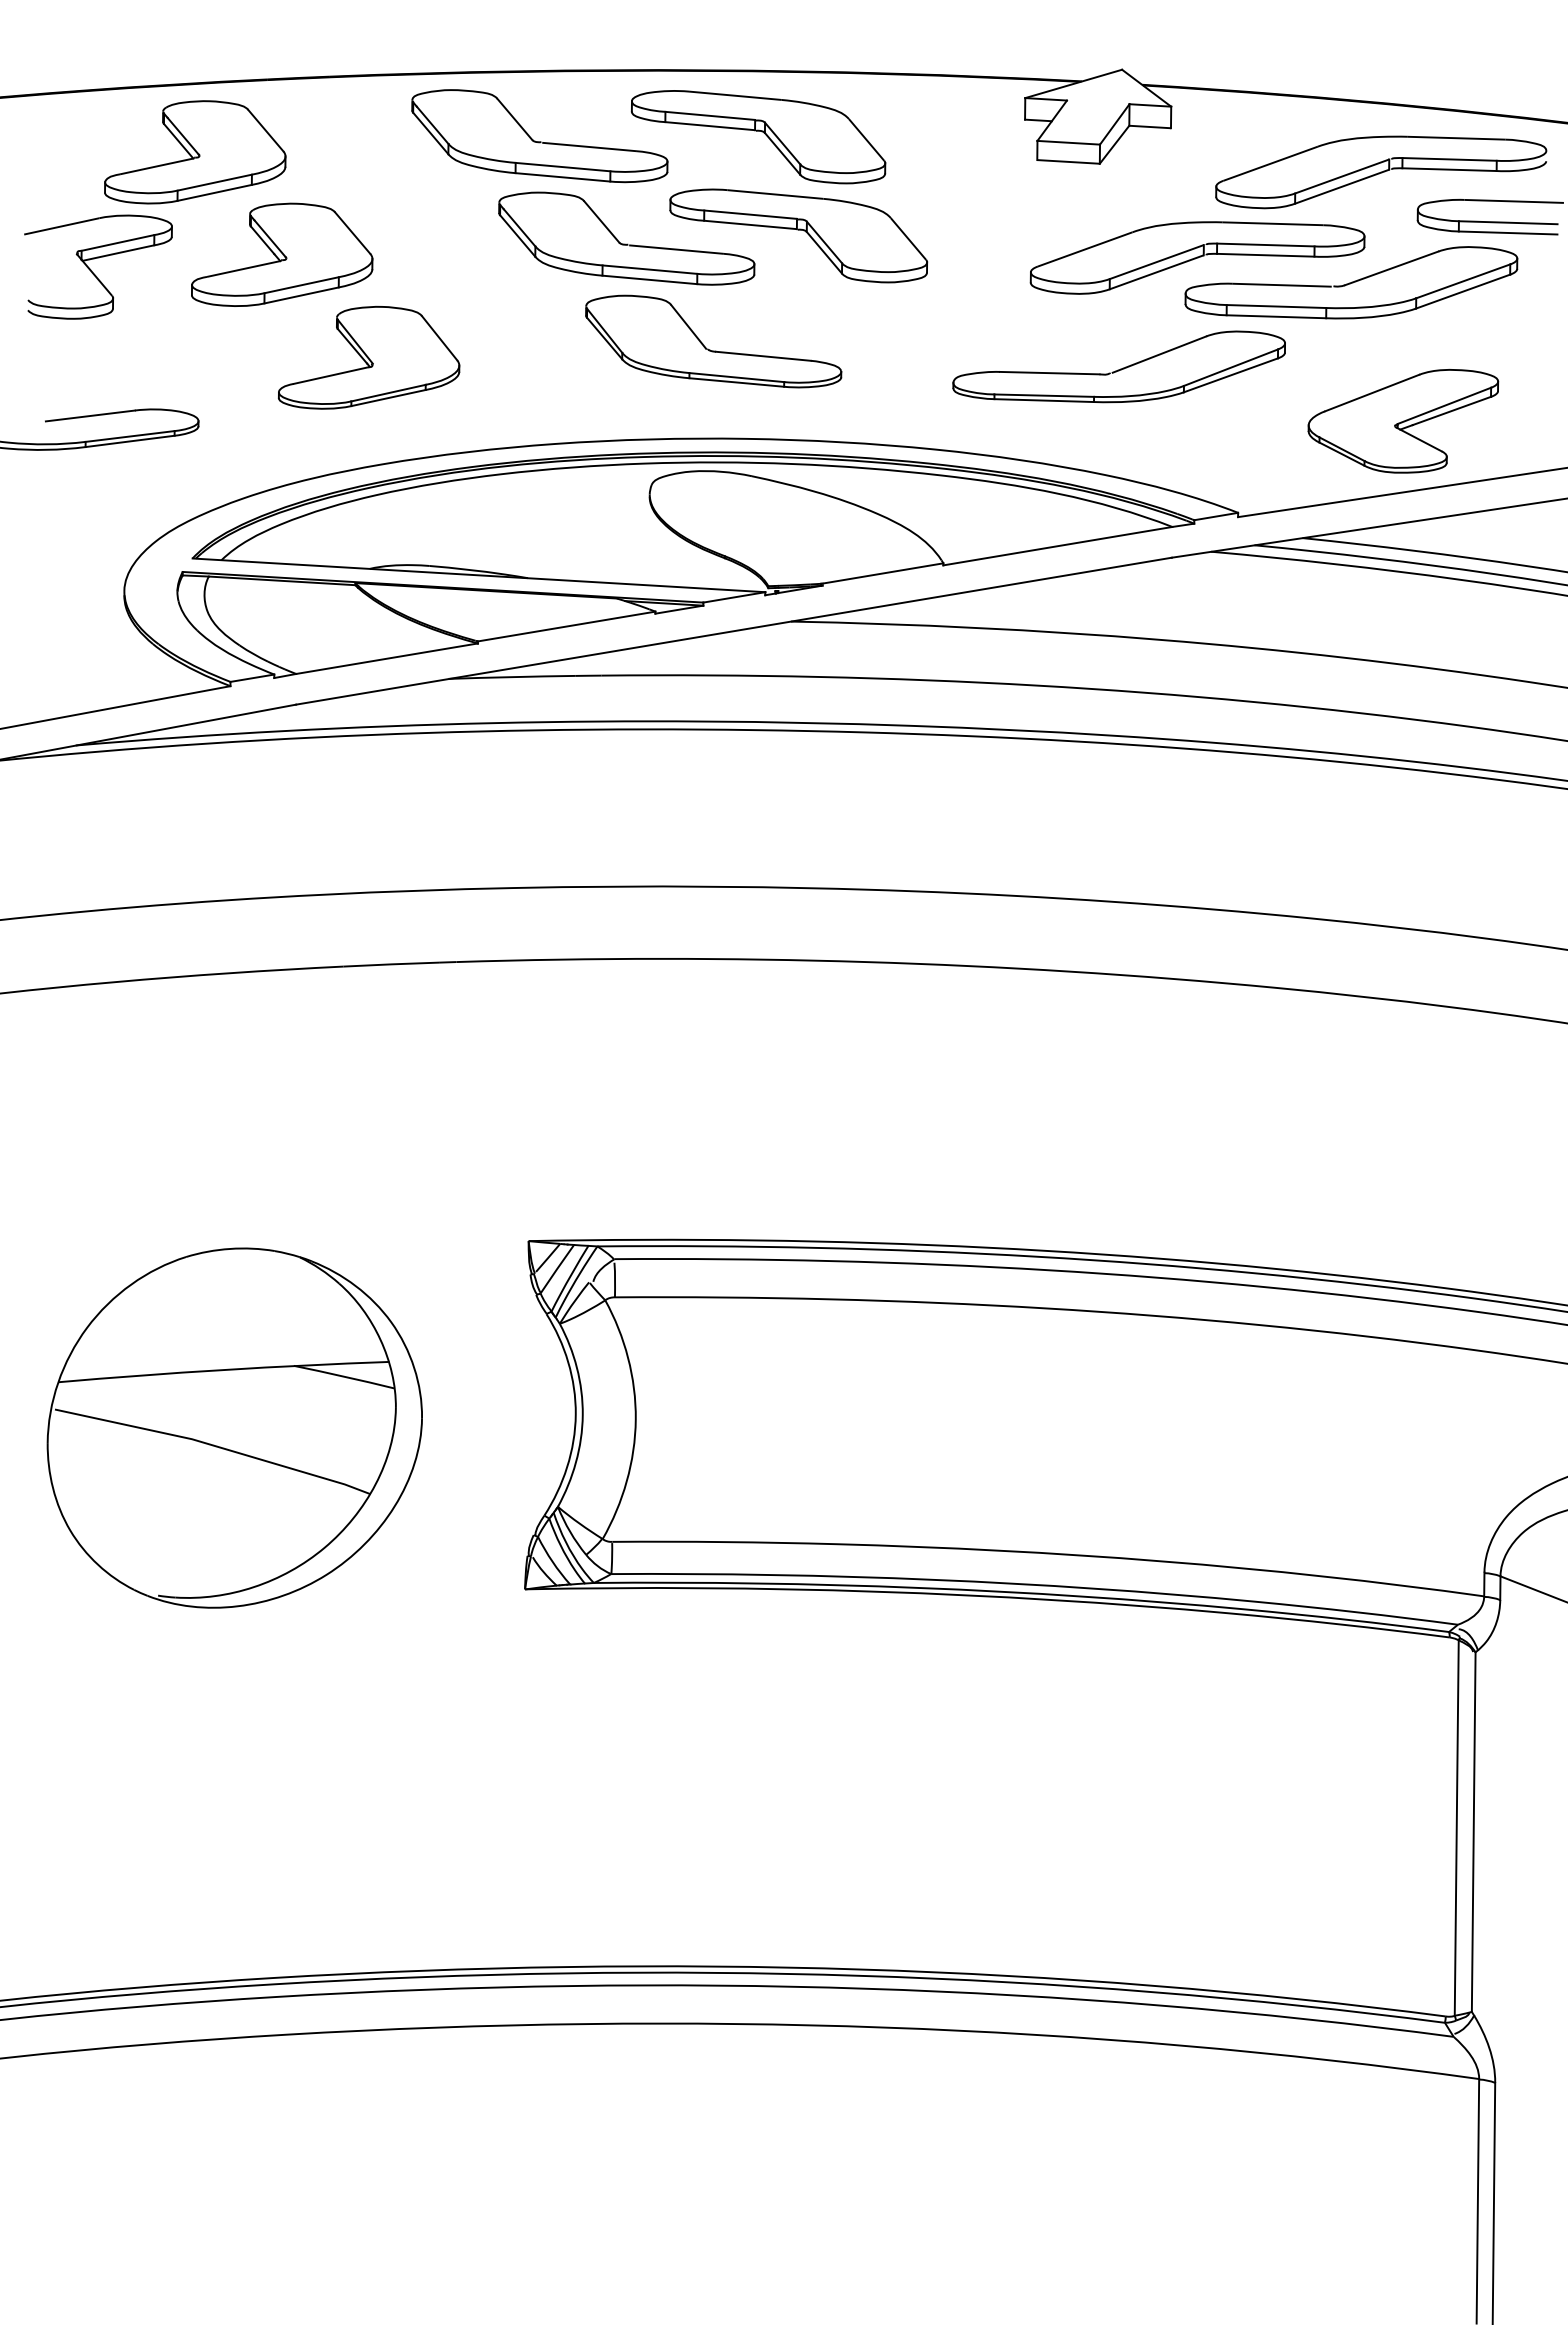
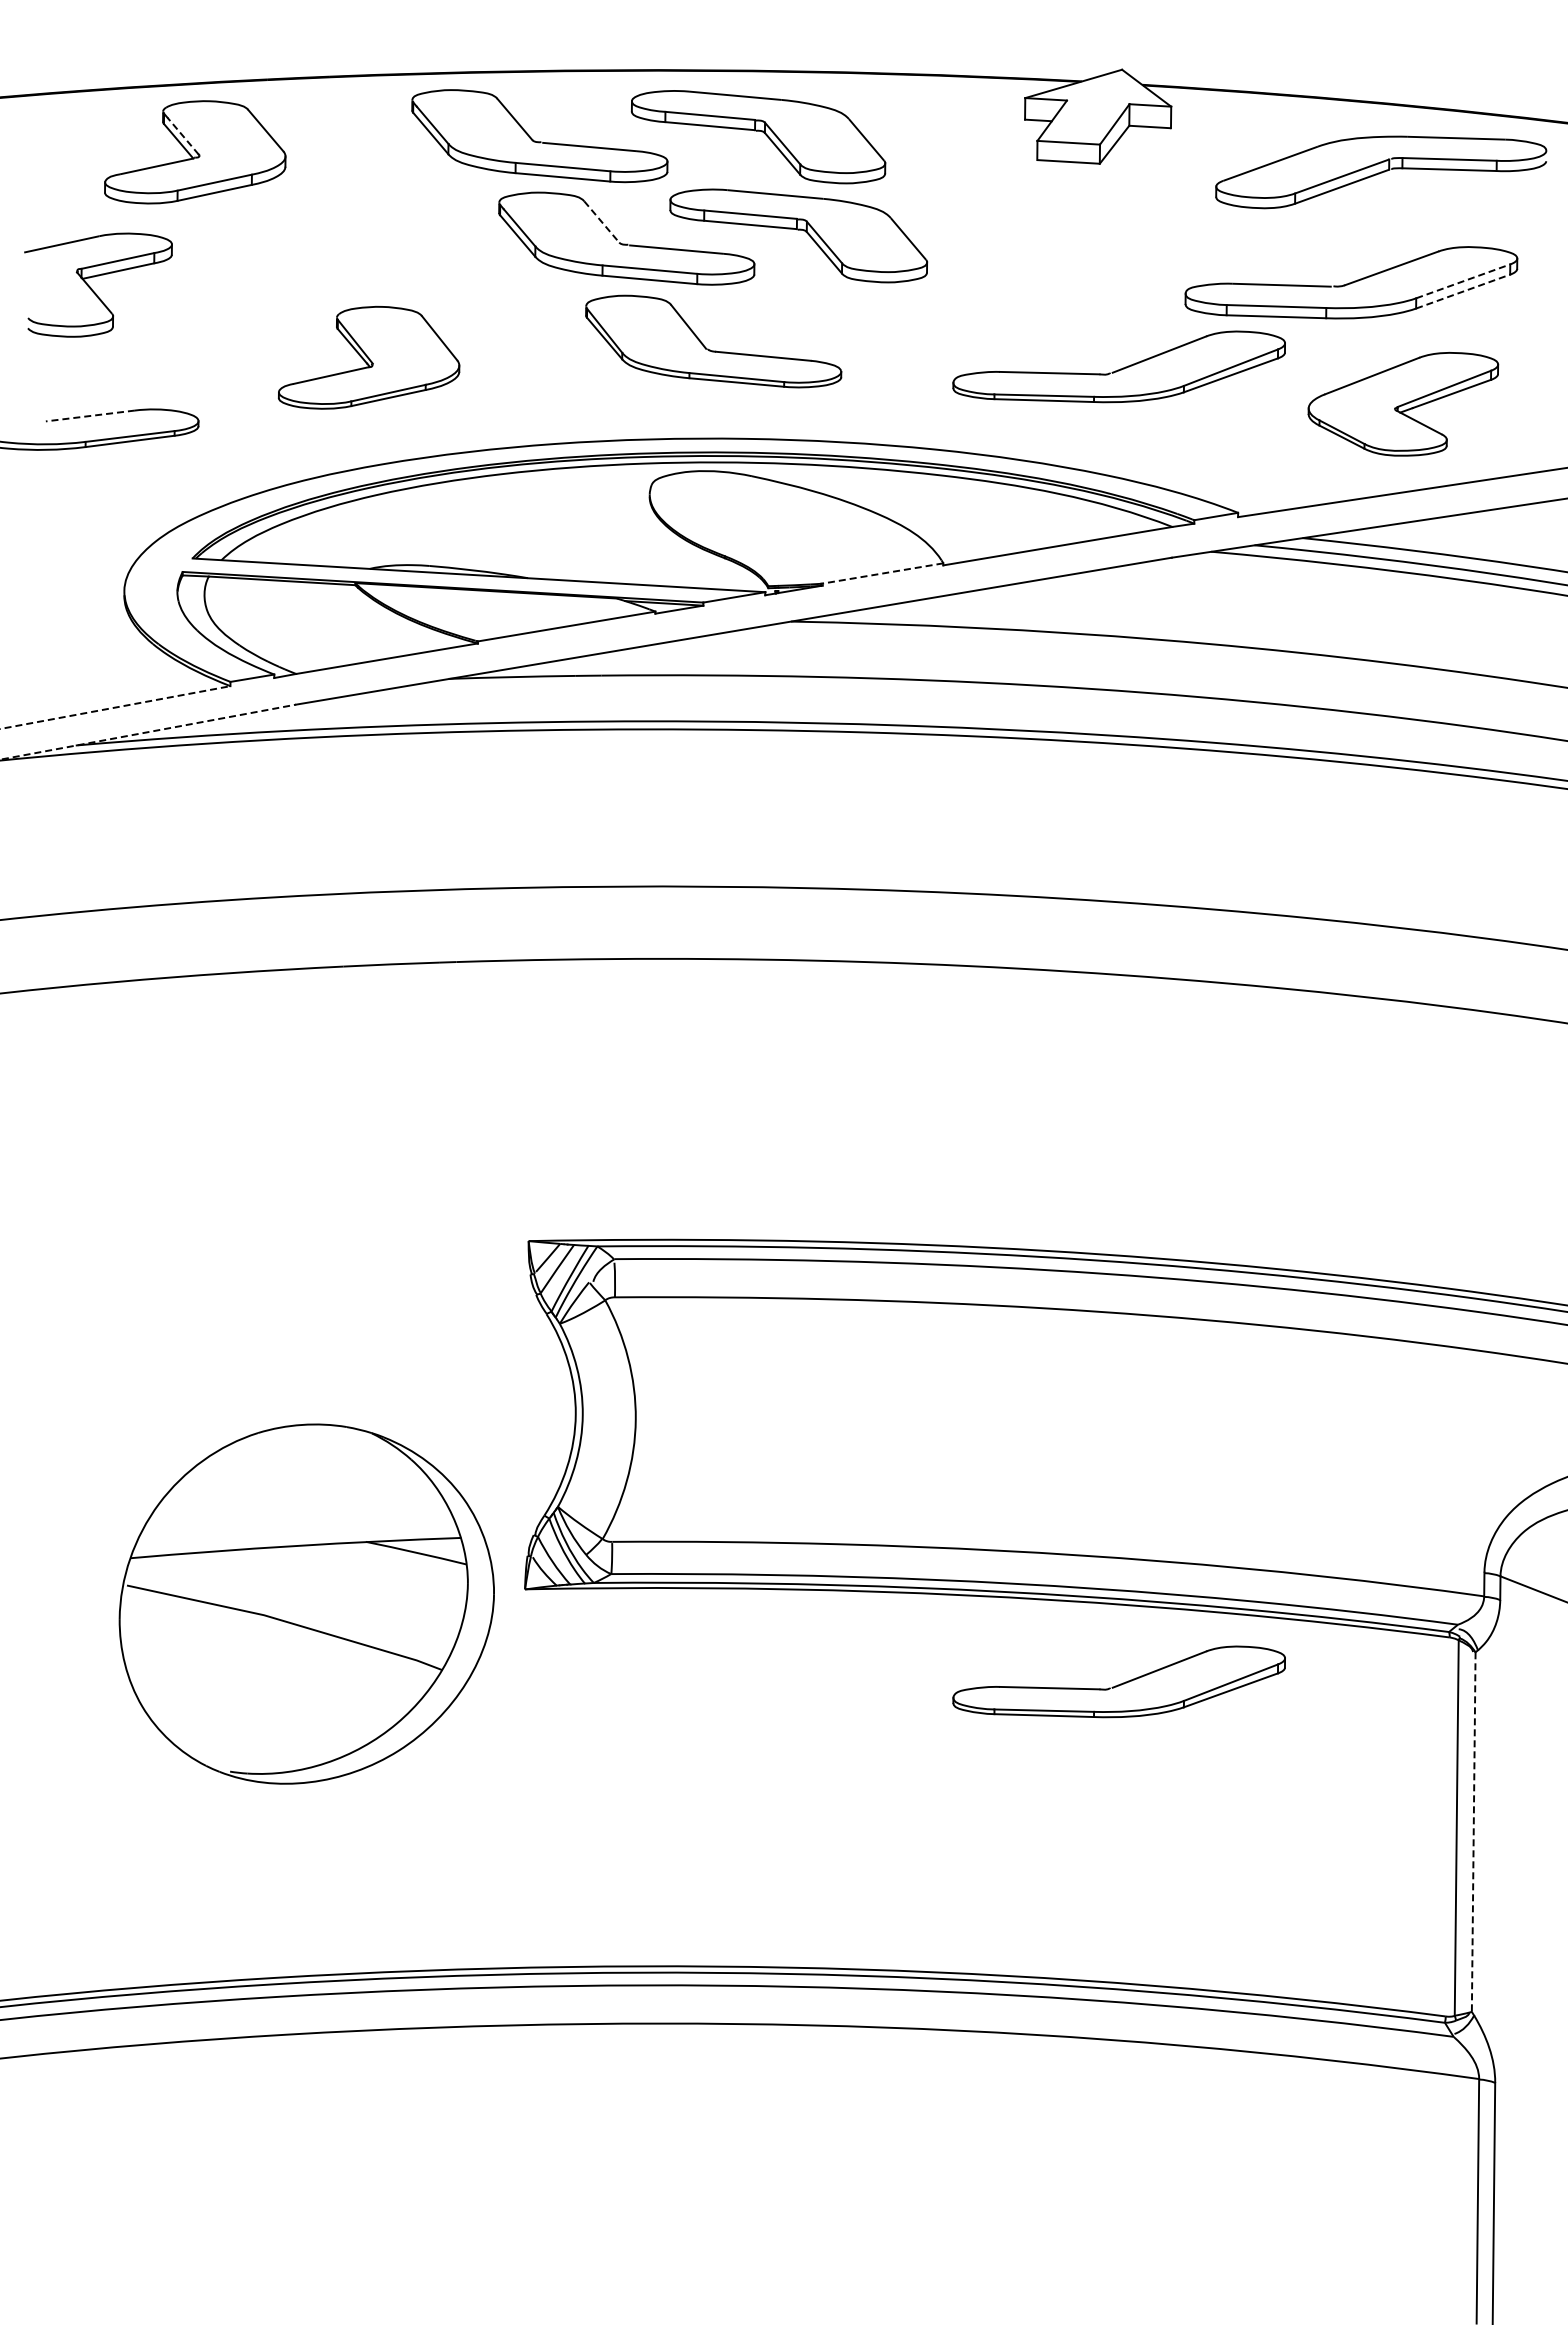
line at (182, 135): solid -> dashed
part at (1489, 216): present -> none
line at (602, 222): solid -> dashed
part at (282, 254): present -> none
part at (1197, 257): present -> none
part at (91, 269) position: (91, 269) -> (91, 287)
line at (1463, 281): solid -> dashed
line at (1463, 291): solid -> dashed
line at (90, 415): solid -> dashed
part at (1403, 421) position: (1403, 421) -> (1403, 404)
line at (882, 573): solid -> dashed
line at (115, 707): solid -> dashed
line at (148, 732): solid -> dashed
part at (234, 1427) position: (234, 1427) -> (306, 1603)
part at (1118, 1681): none -> present
line at (1473, 1832): solid -> dashed
